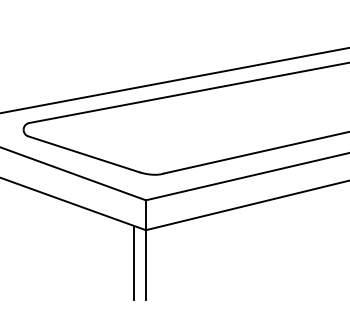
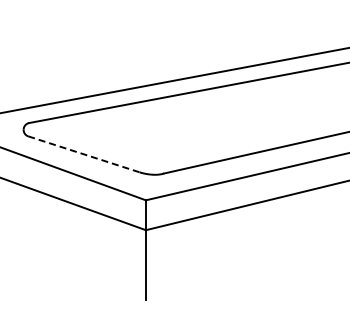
line at (83, 154): solid -> dashed
line at (134, 263): present -> none
